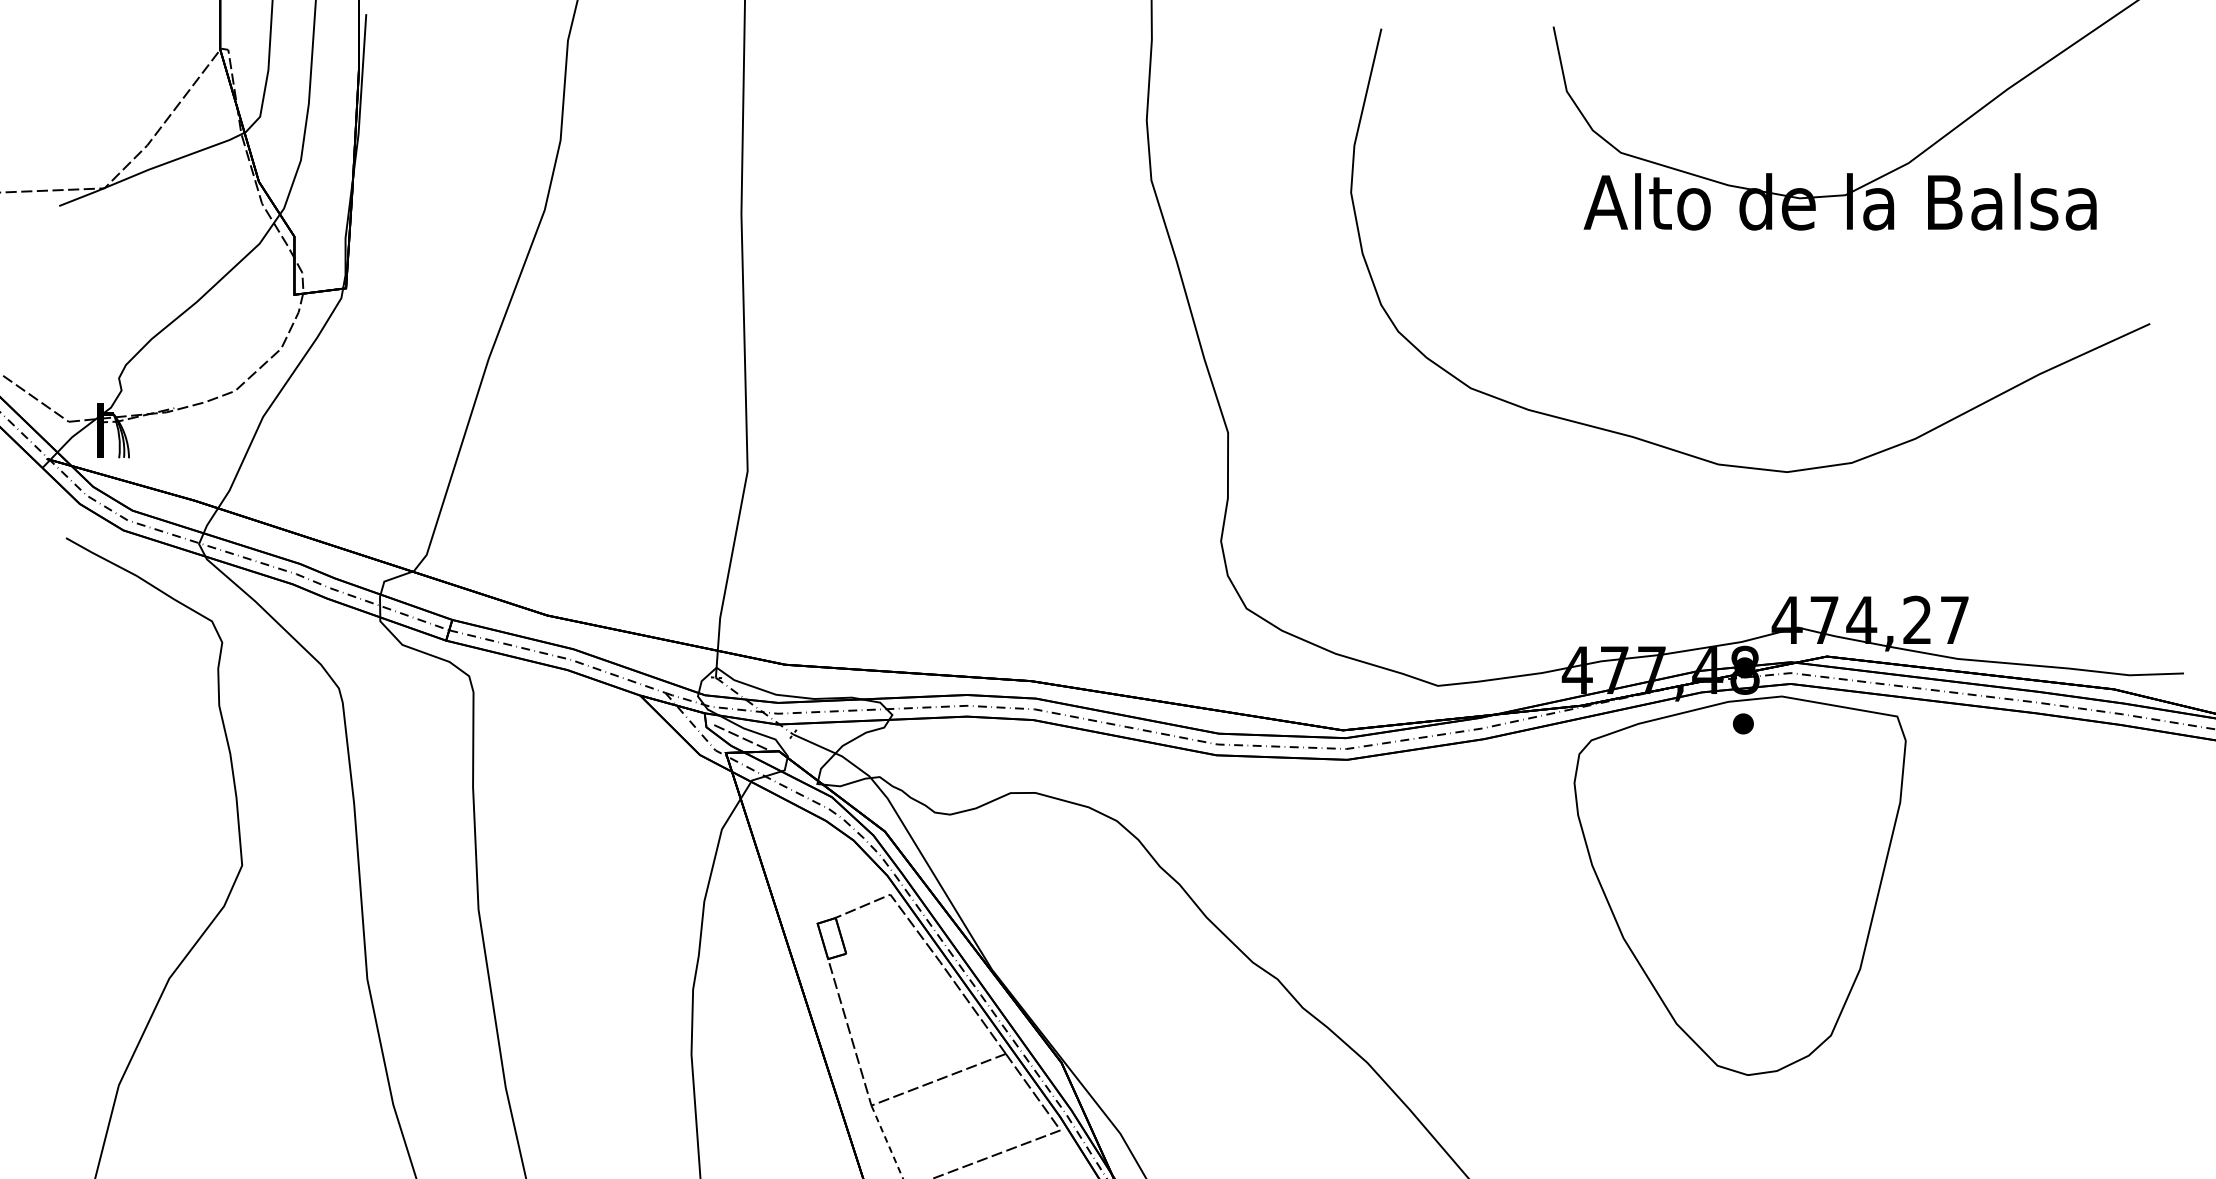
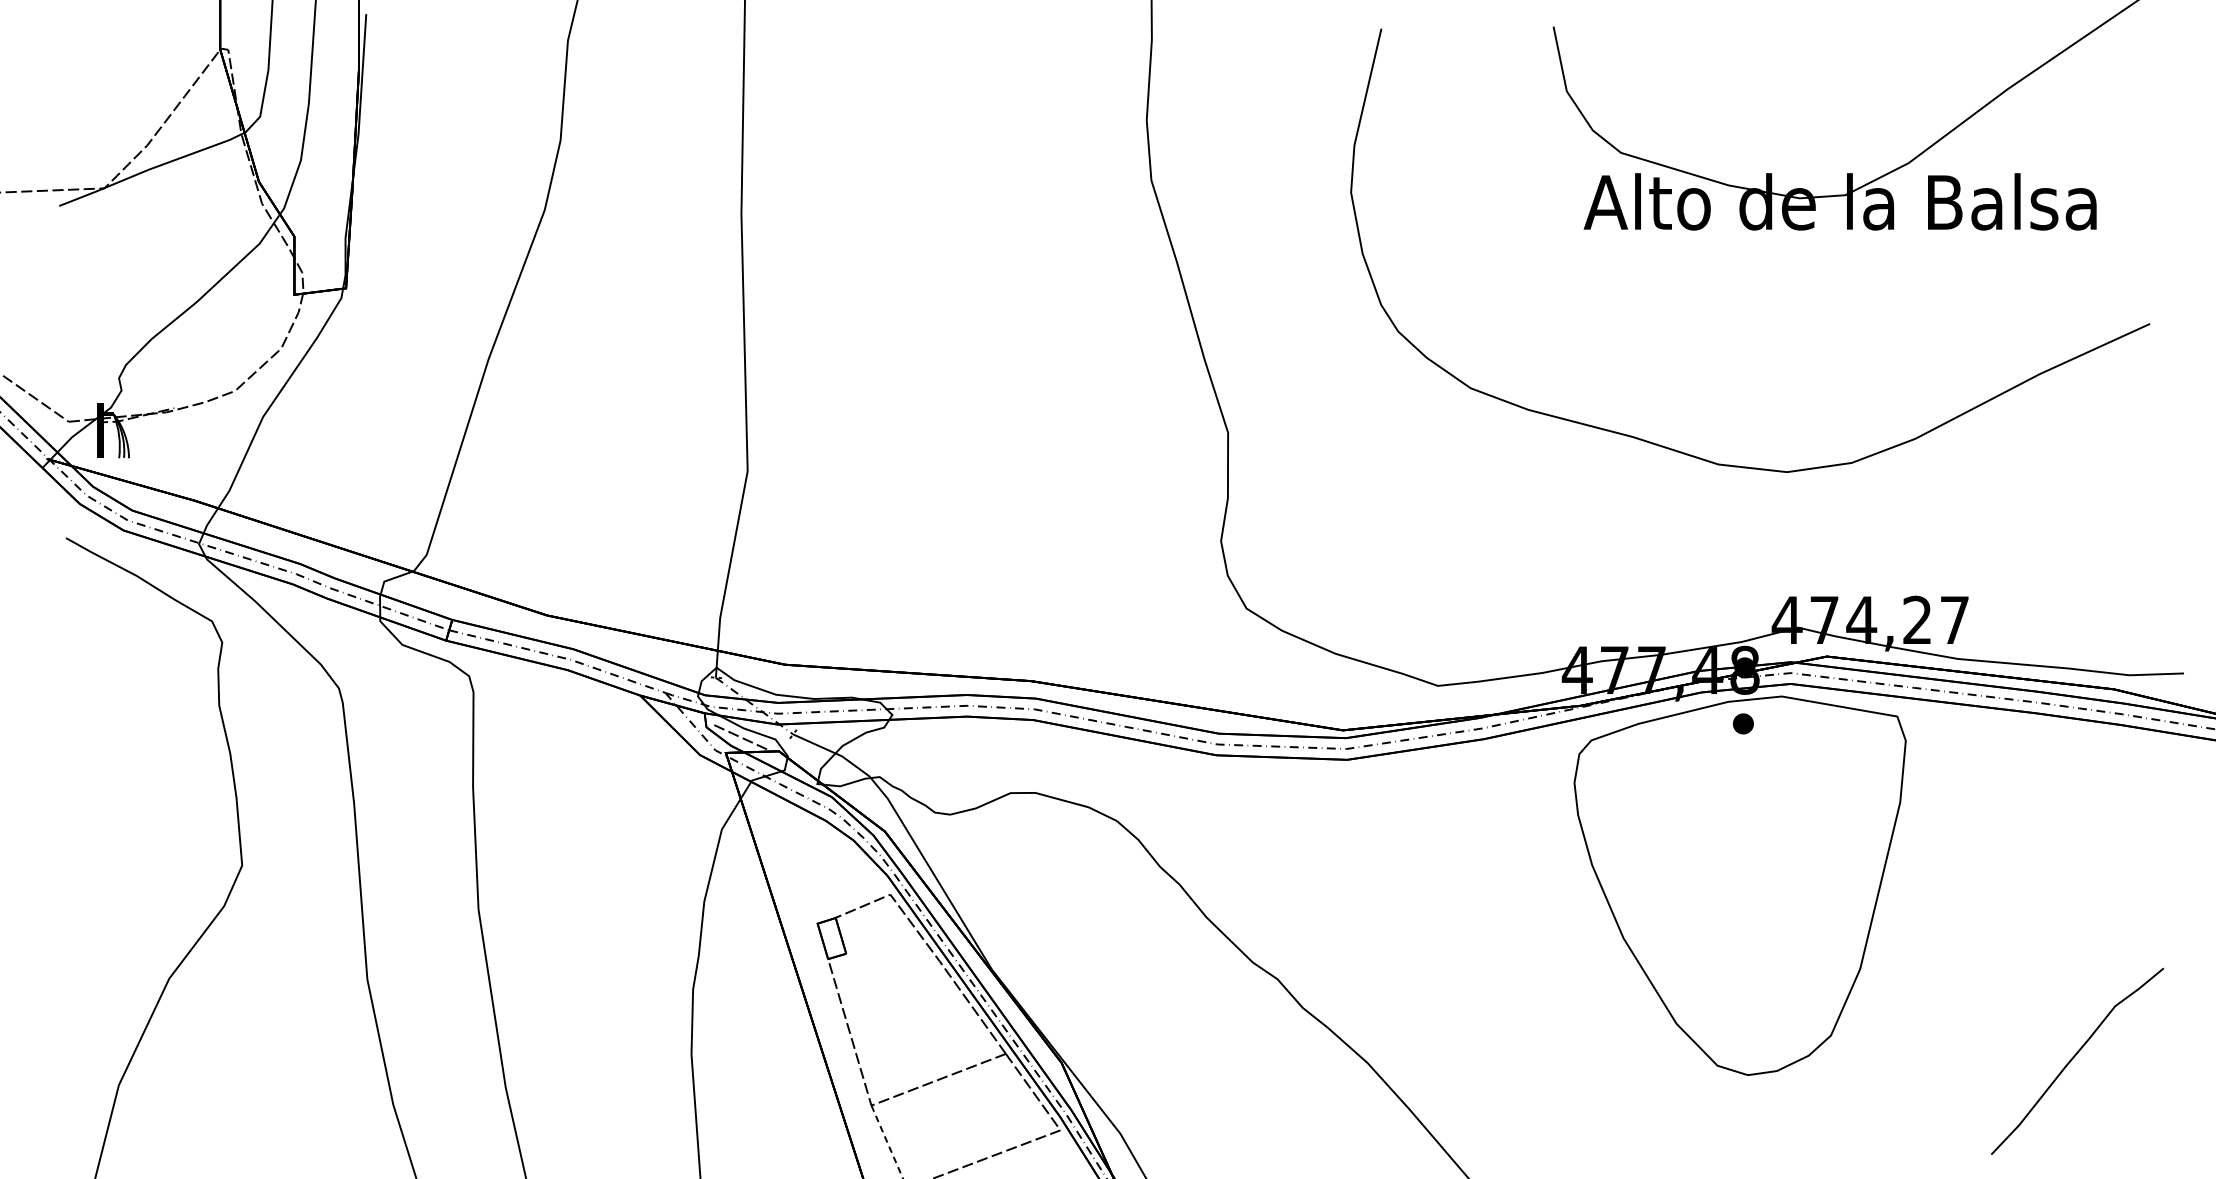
curve at (2074, 1057): none -> present
